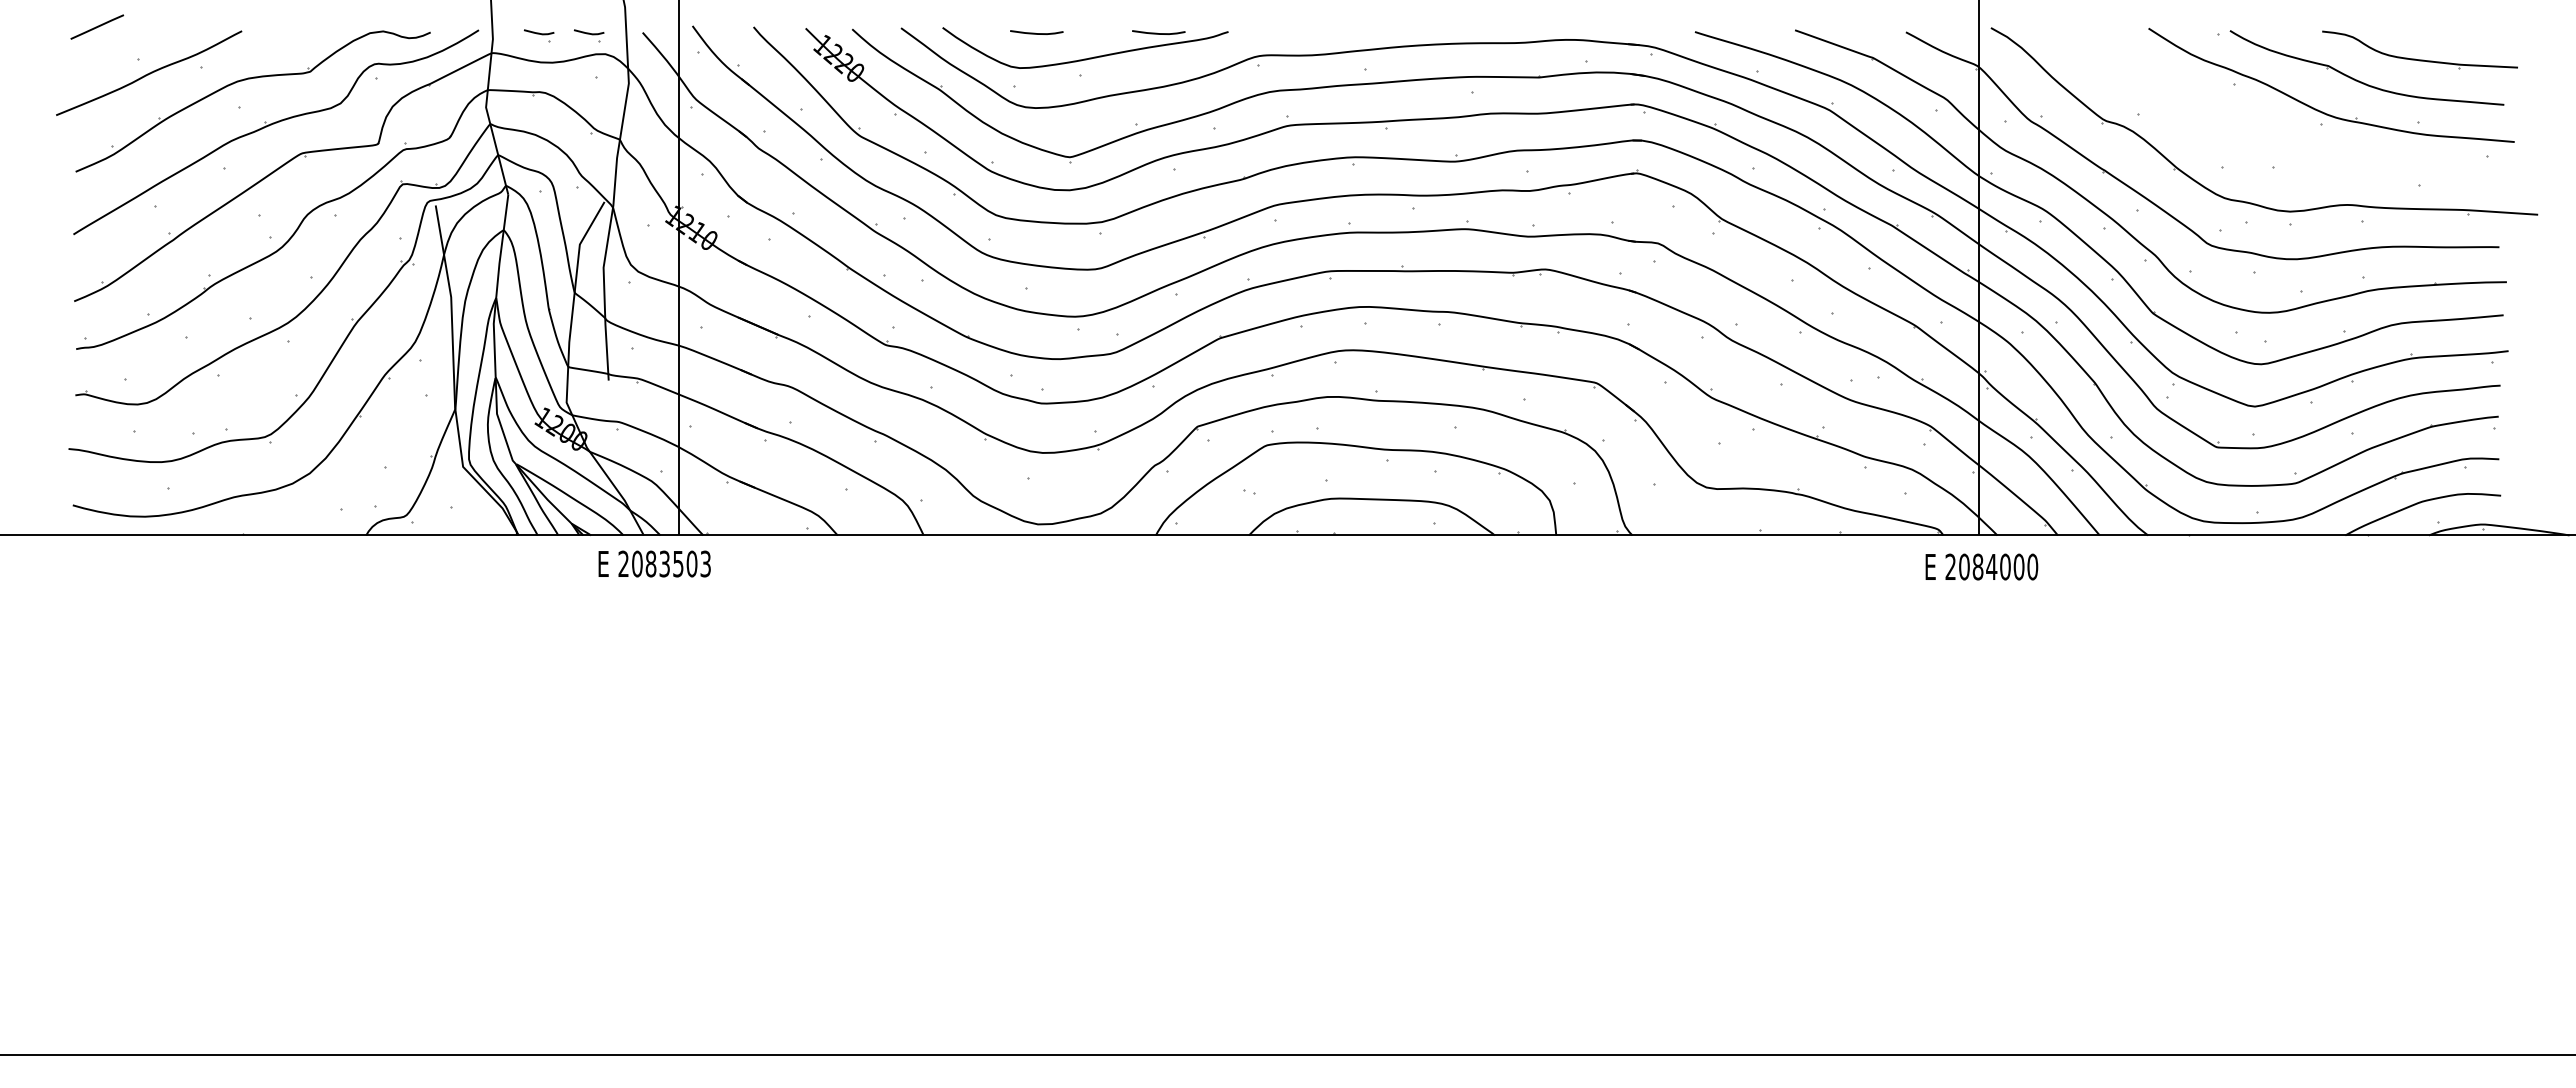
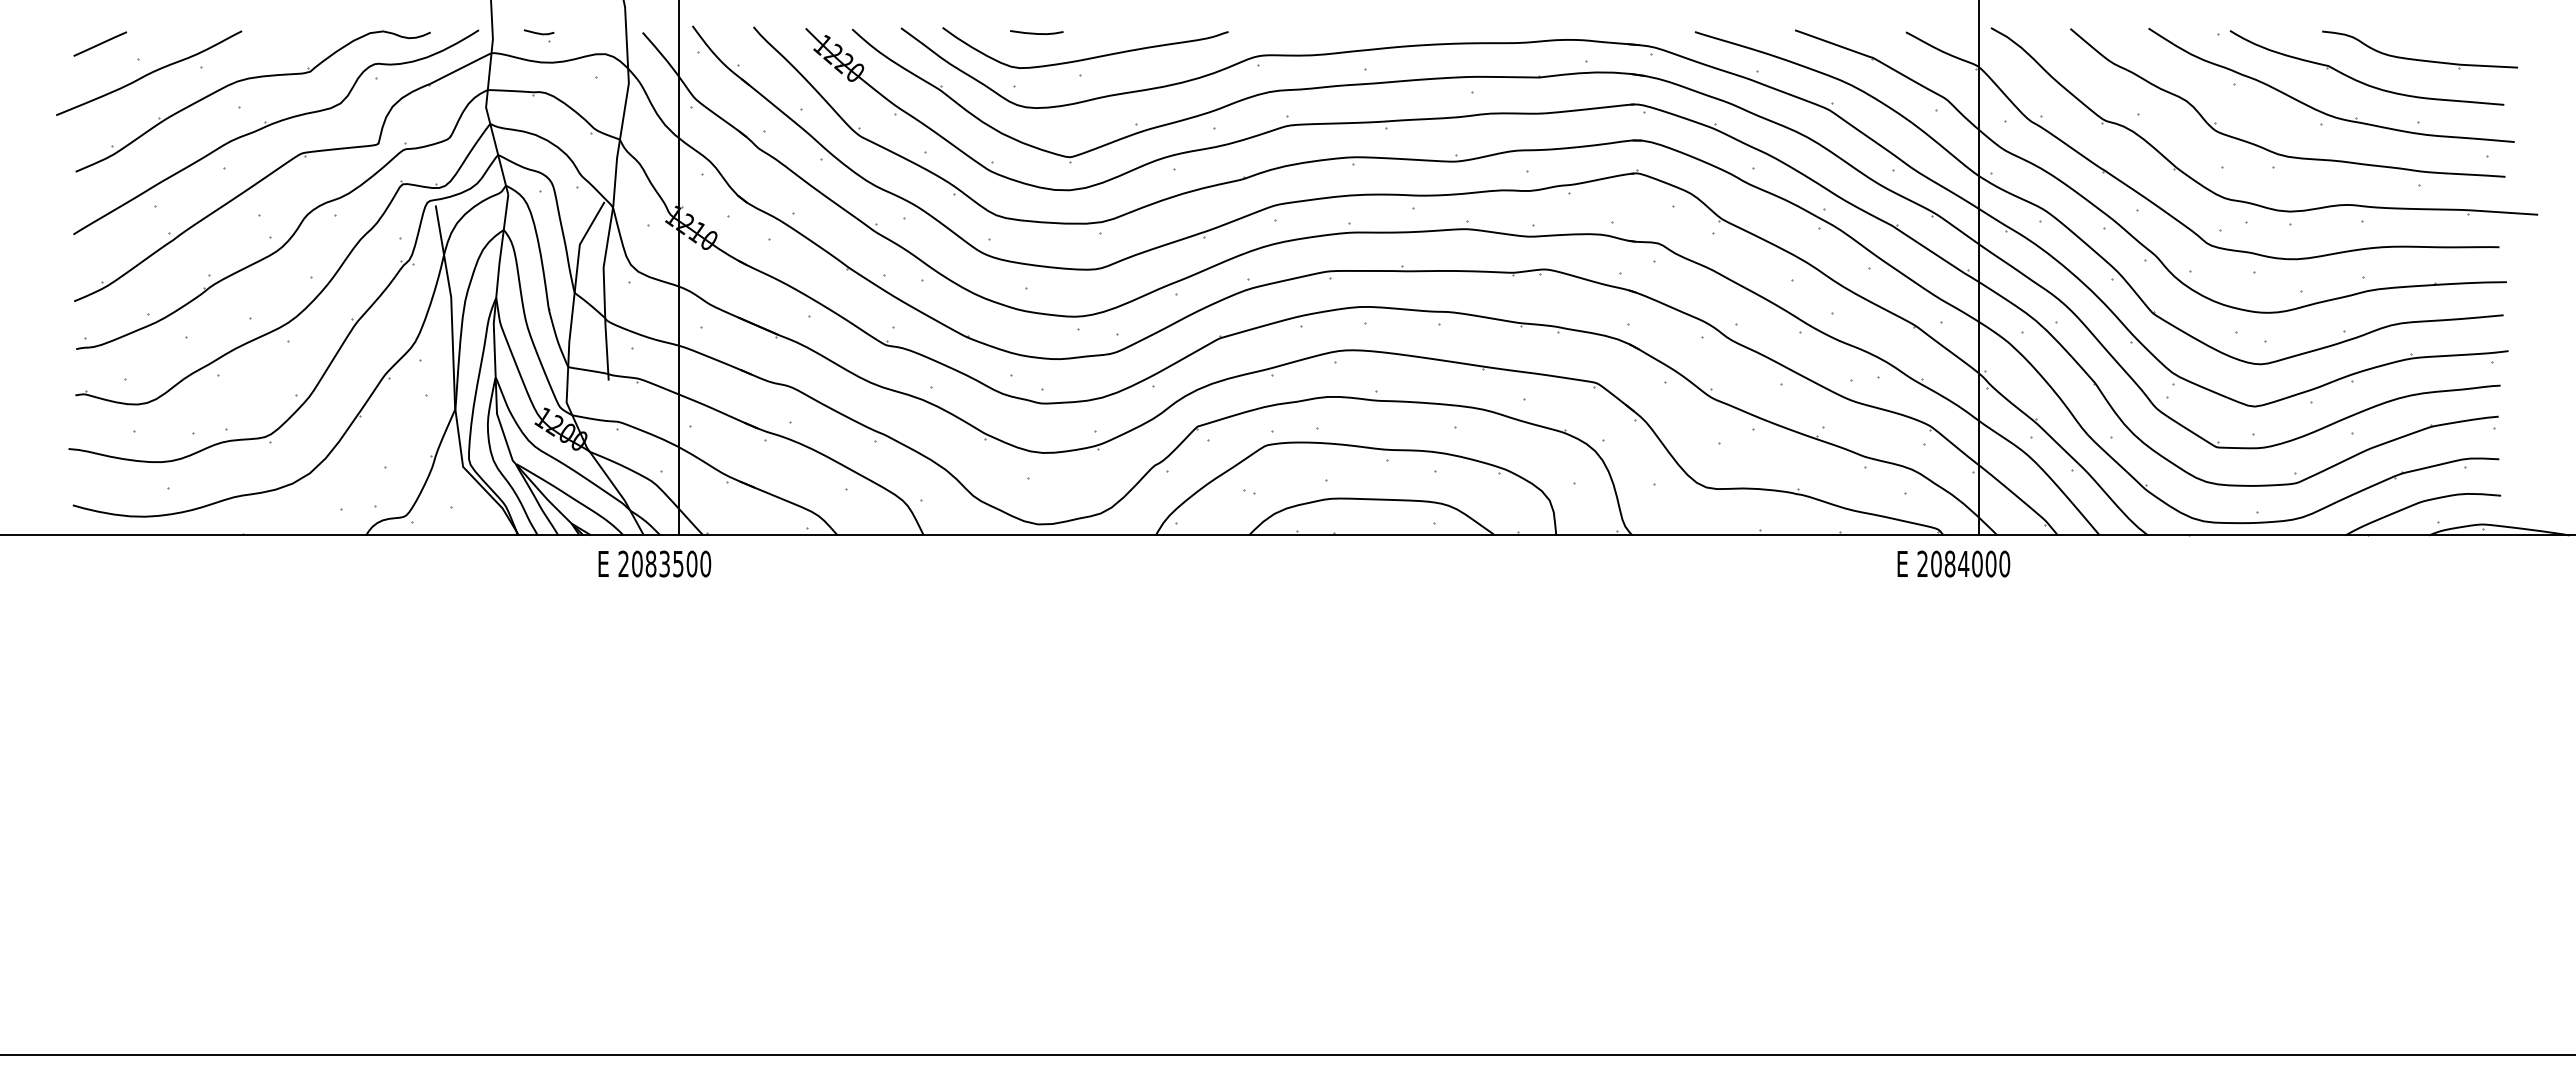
line at (97, 26) position: (97, 26) -> (100, 43)
curve at (1157, 32): present -> none
part at (589, 35): present -> none
part at (2269, 149): none -> present
text at (705, 563): 2083503 -> 2083500
text at (1981, 566) position: (1981, 566) -> (1953, 563)
